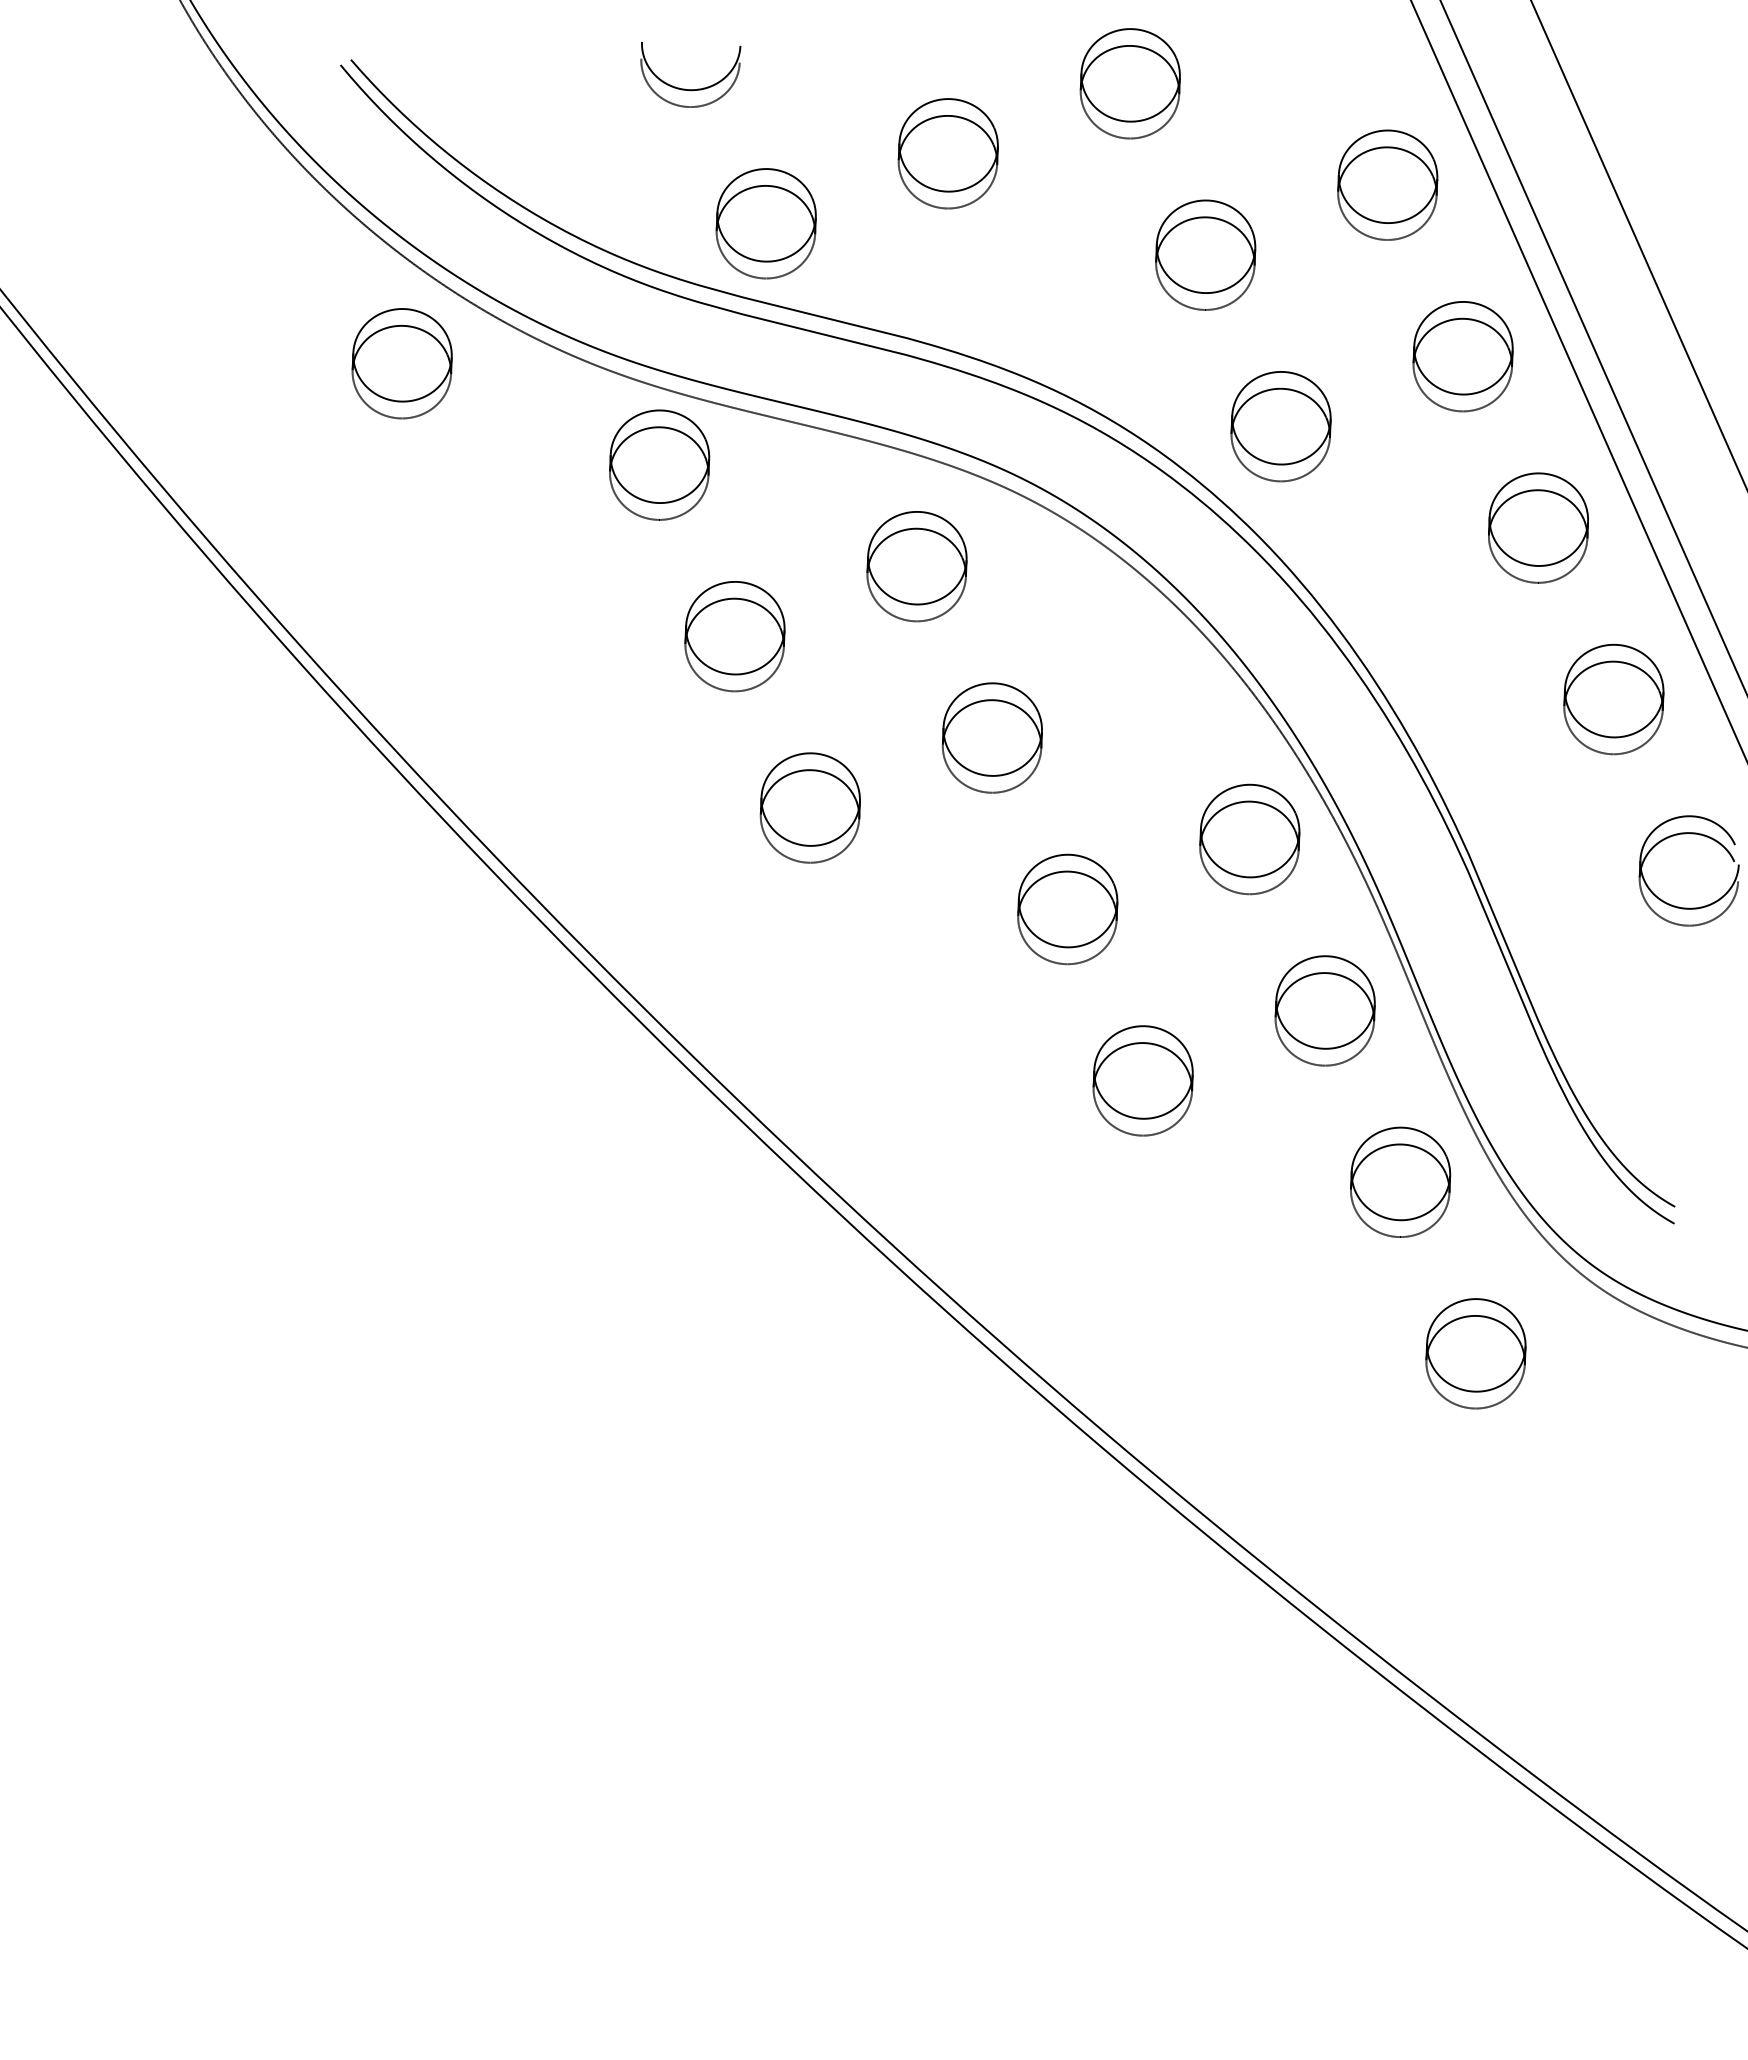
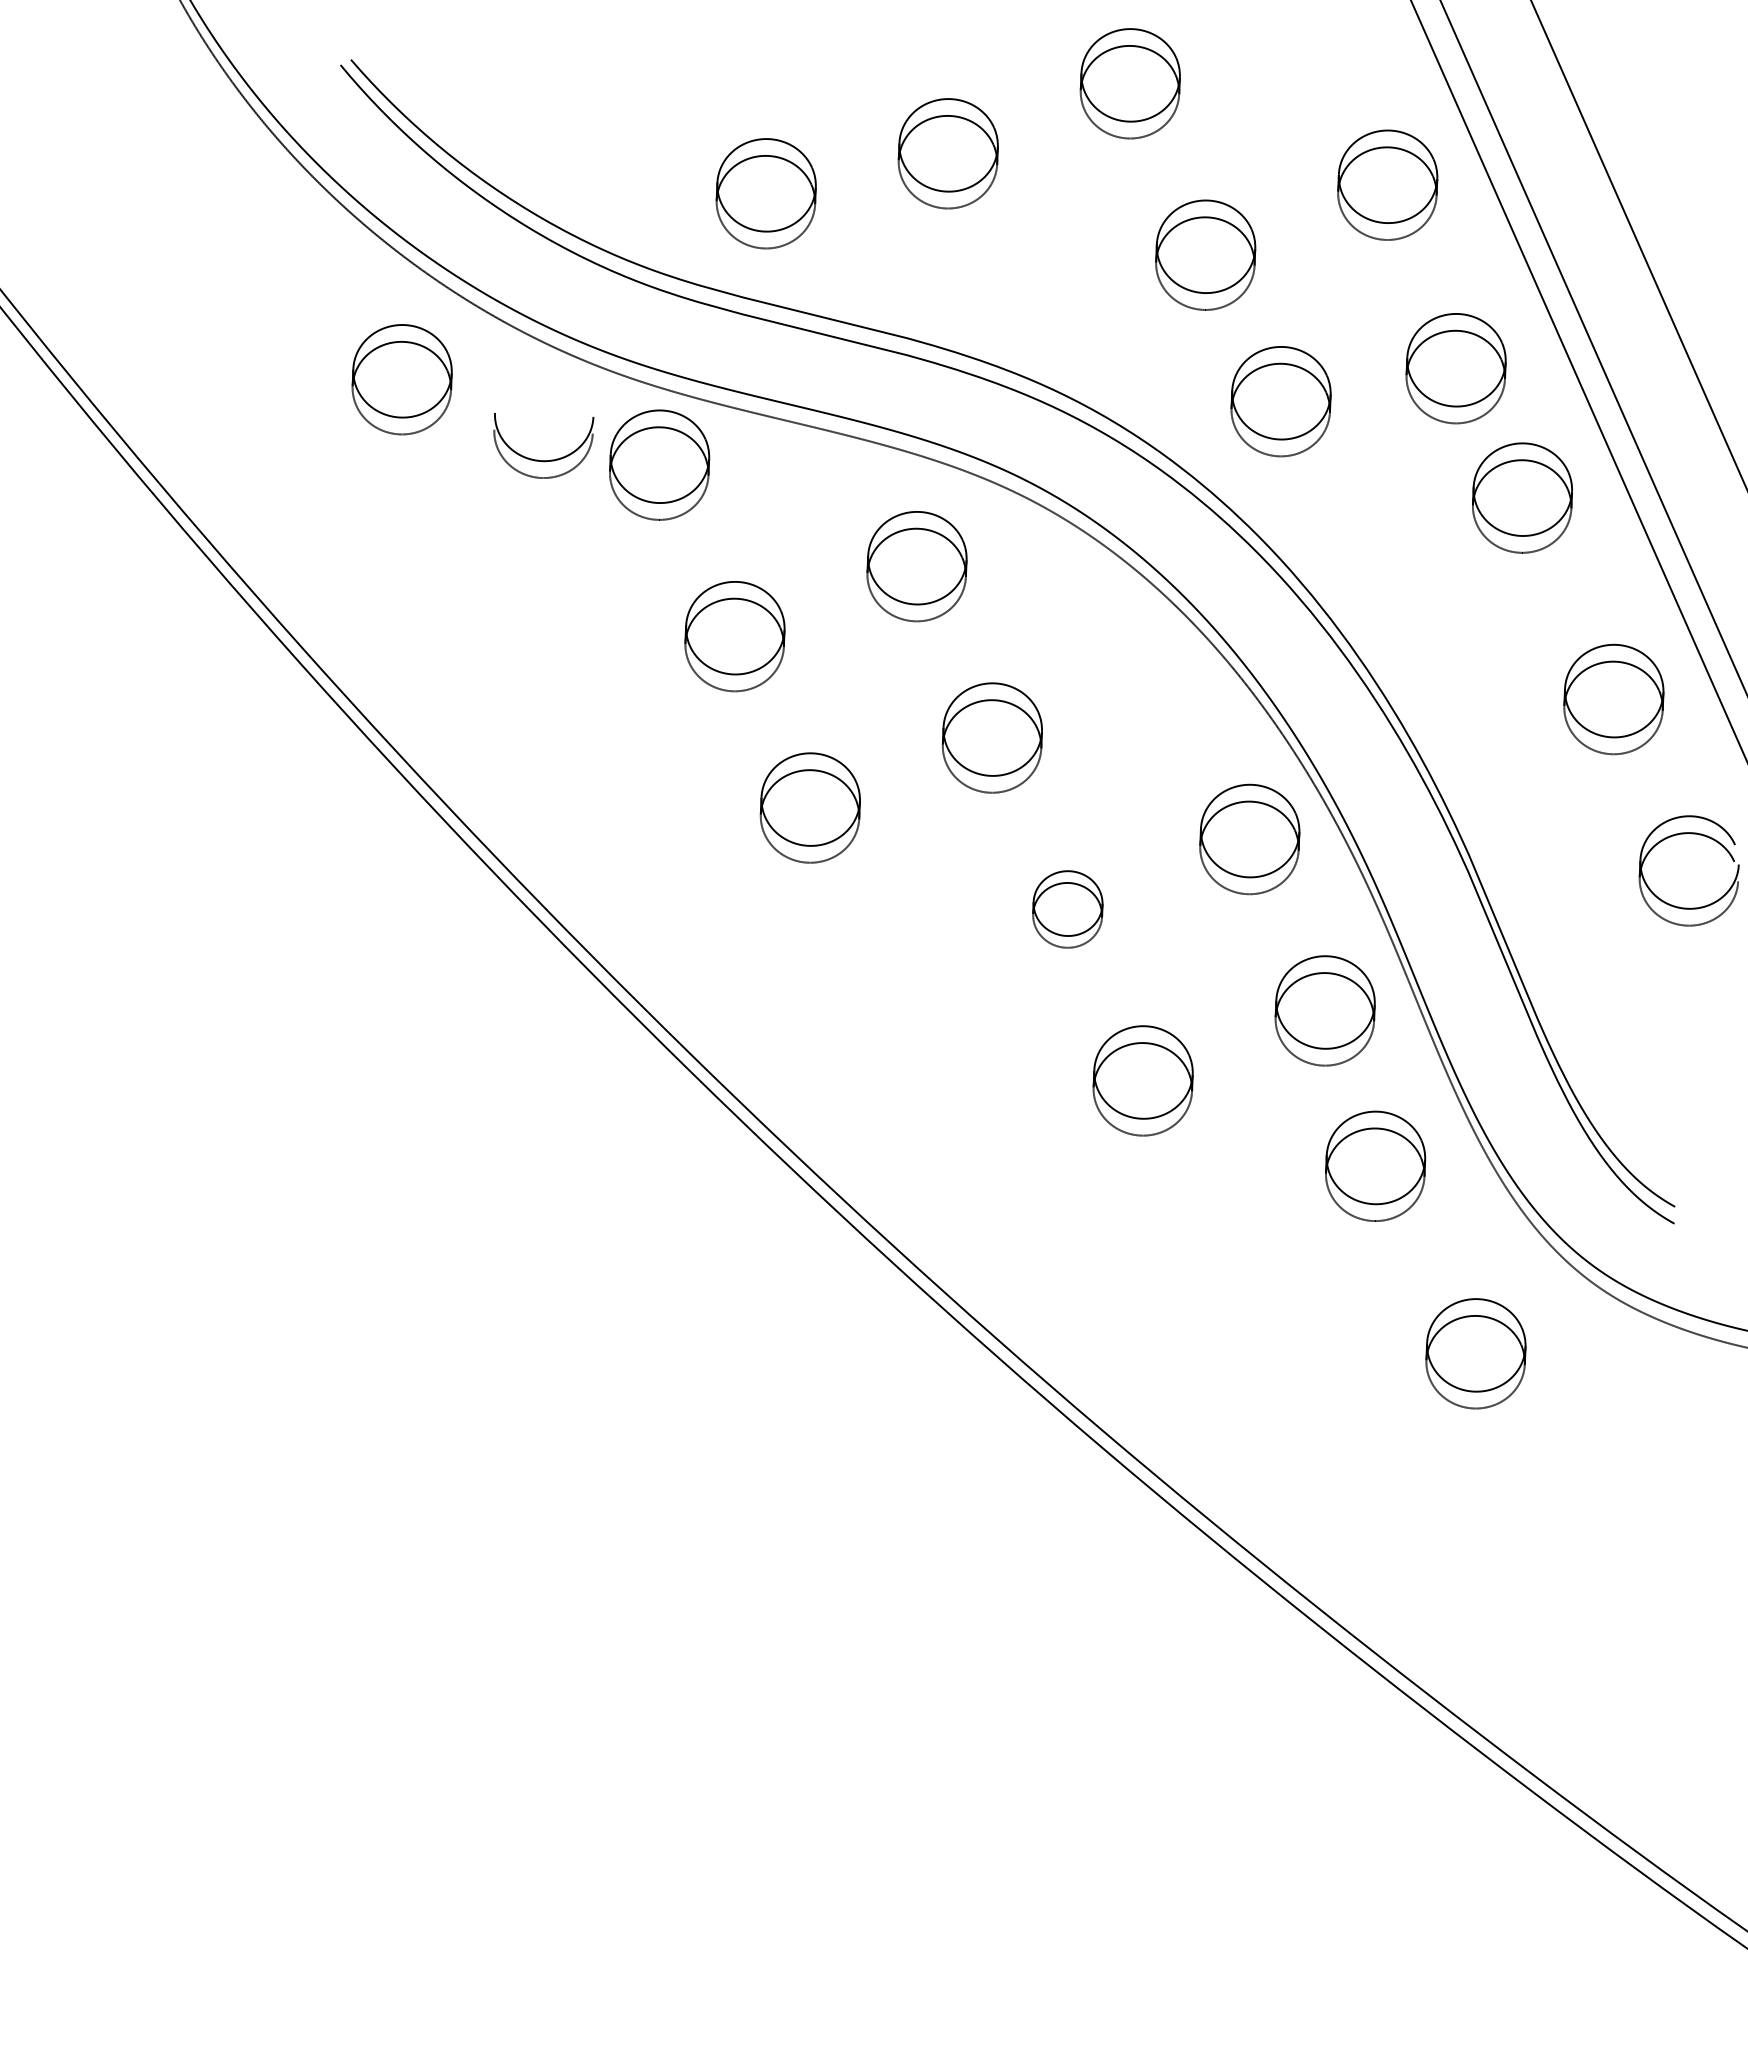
part at (685, 88) position: (685, 88) -> (538, 459)
part at (765, 223) position: (765, 223) -> (765, 193)
part at (1462, 356) position: (1462, 356) -> (1455, 368)
part at (401, 363) position: (401, 363) -> (401, 379)
part at (1280, 426) position: (1280, 426) -> (1280, 401)
part at (1538, 527) position: (1538, 527) -> (1522, 497)
part at (1067, 909) size: 102x113 px -> 72x79 px
part at (1400, 1181) position: (1400, 1181) -> (1375, 1165)
